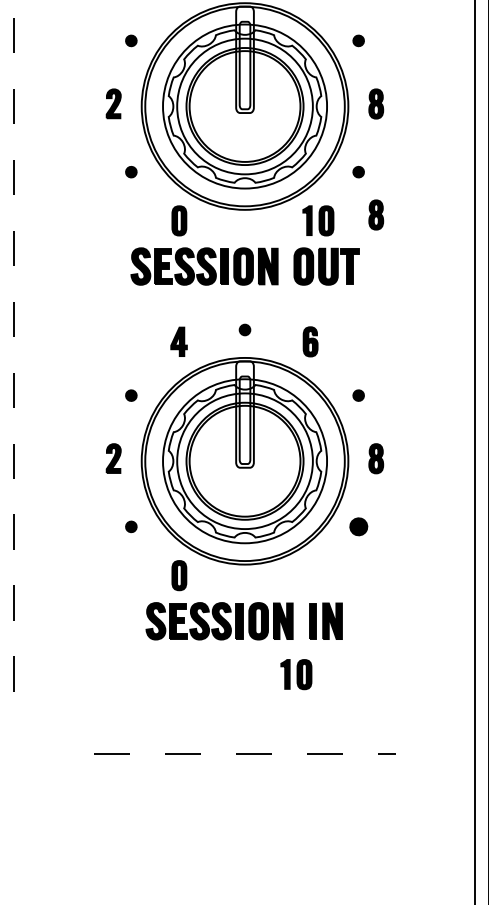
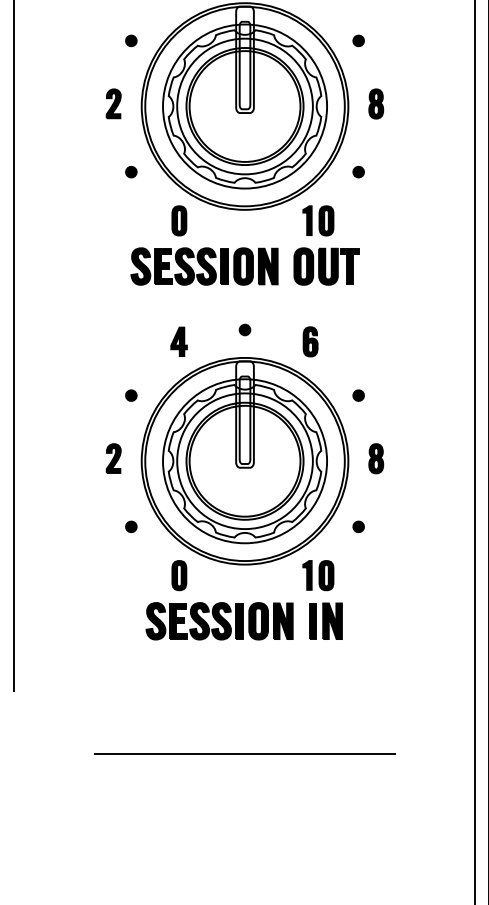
part at (376, 214): present -> none
line at (14, 345): dashed -> solid
part at (358, 526) size: 20x20 px -> 13x14 px
part at (296, 674) position: (296, 674) -> (318, 575)
line at (245, 753): dashed -> solid
